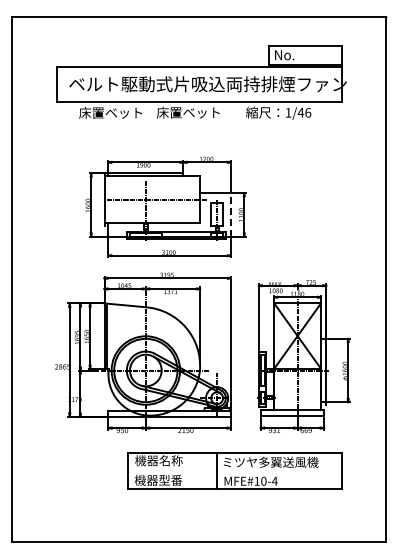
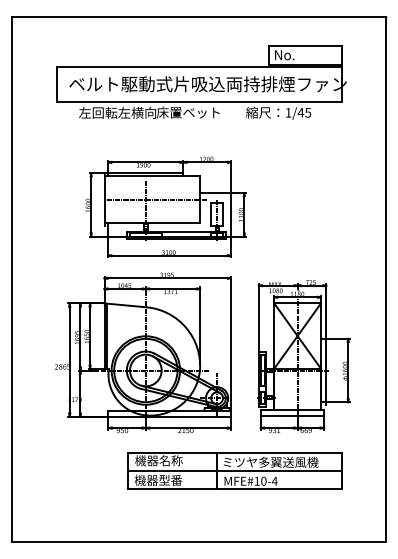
text at (117, 112): 床置ベット -> 左回転左横向
text at (308, 112): 1/46 -> 1/45
line at (230, 214): dashed -> solid
line at (234, 470): none -> present
